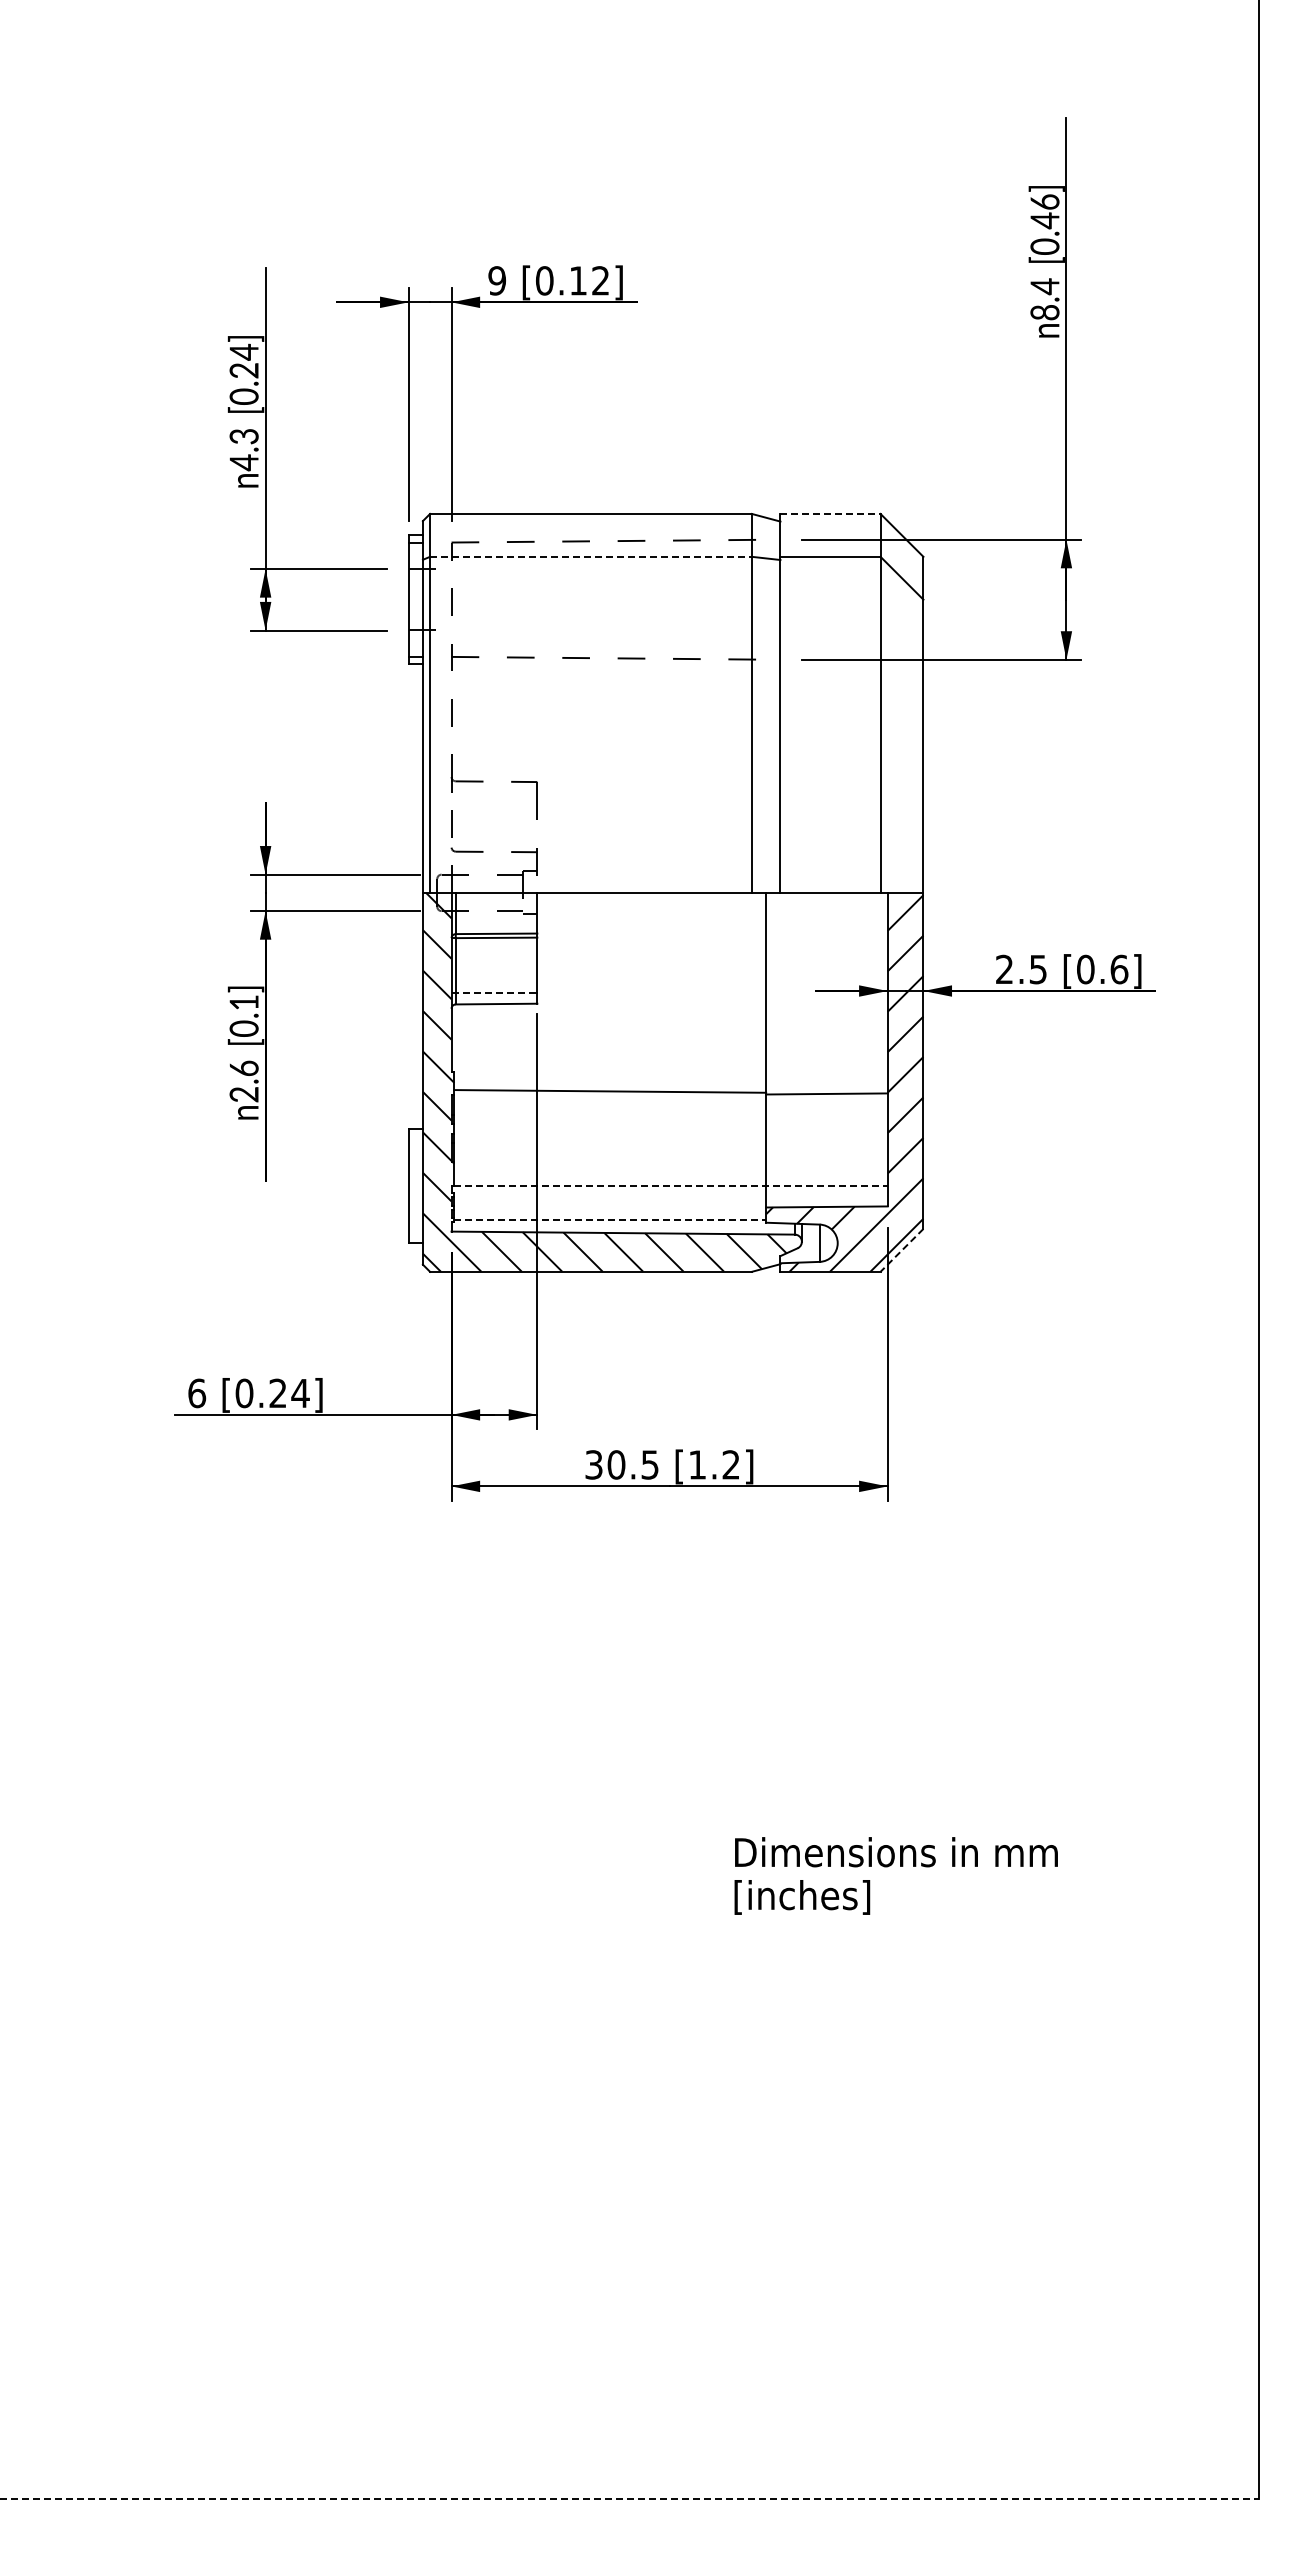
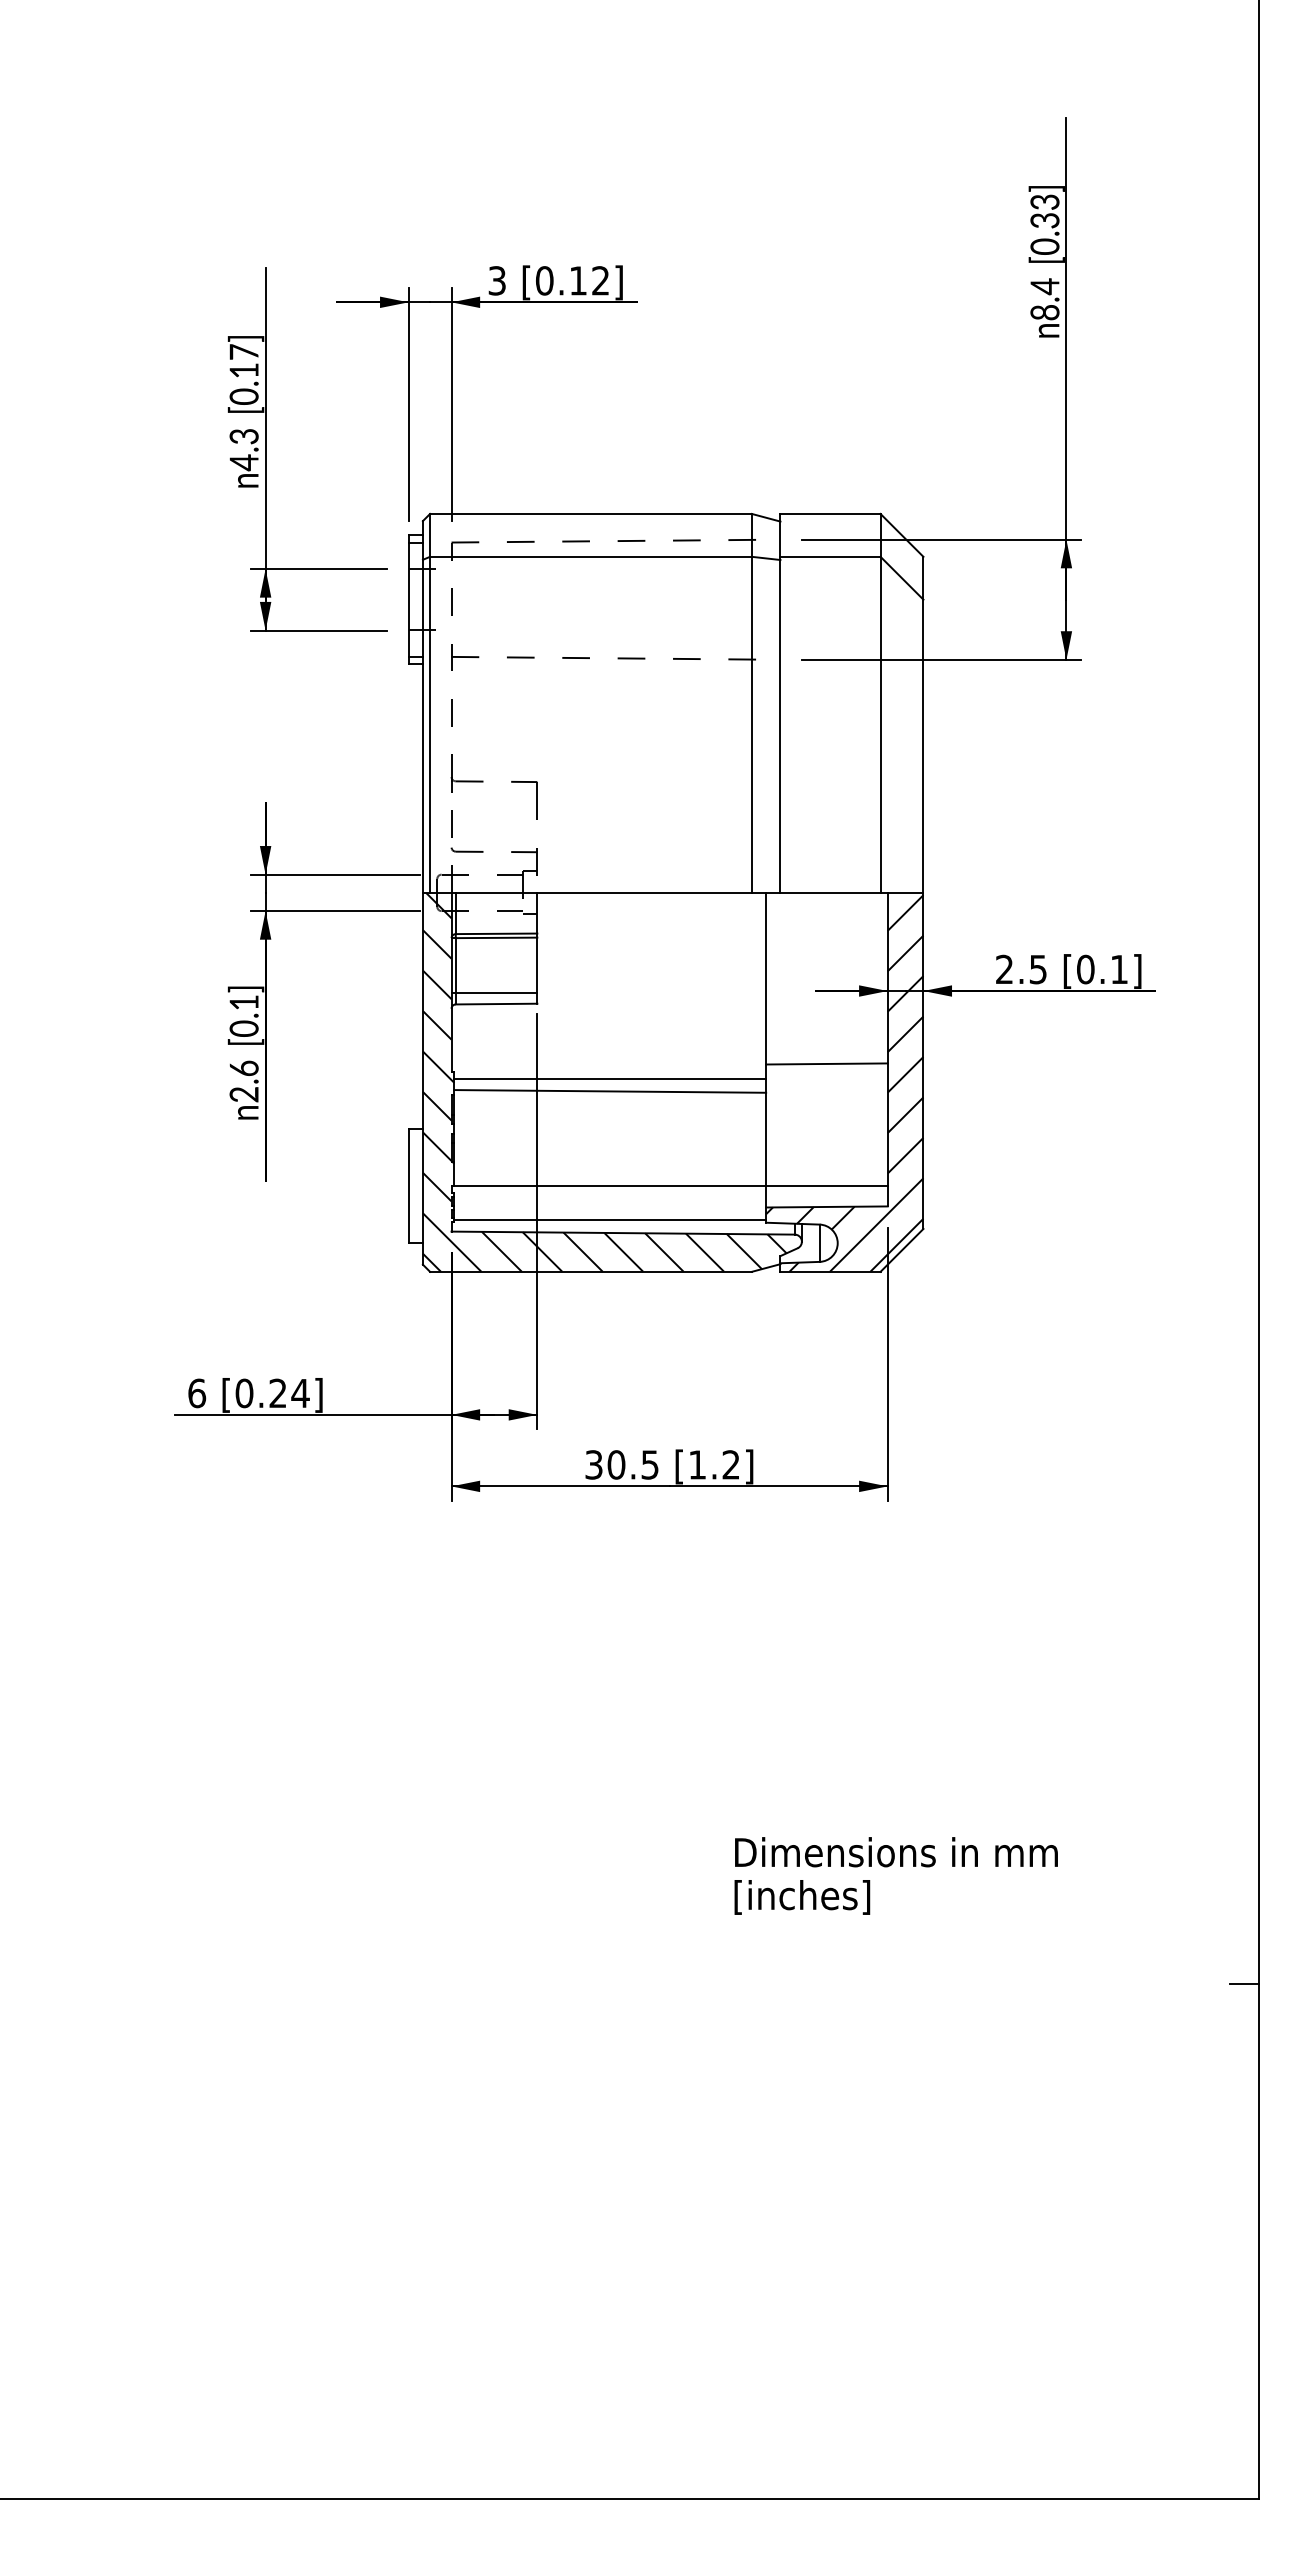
text at (1044, 211): [0.46] -> [0.33]
text at (496, 280): 9 -> 3
text at (243, 360): [0.24] -> [0.17]
line at (831, 513): dashed -> solid
line at (590, 556): dashed -> solid
text at (1119, 969): [0.6] -> [0.1]
line at (494, 992): dashed -> solid
line at (610, 1078): none -> present
line at (826, 1093) position: (826, 1093) -> (826, 1063)
line at (671, 1186): dashed -> solid
line at (610, 1220): dashed -> solid
line at (901, 1250): dashed -> solid
line at (1244, 1983): none -> present
line at (630, 2498): dashed -> solid
